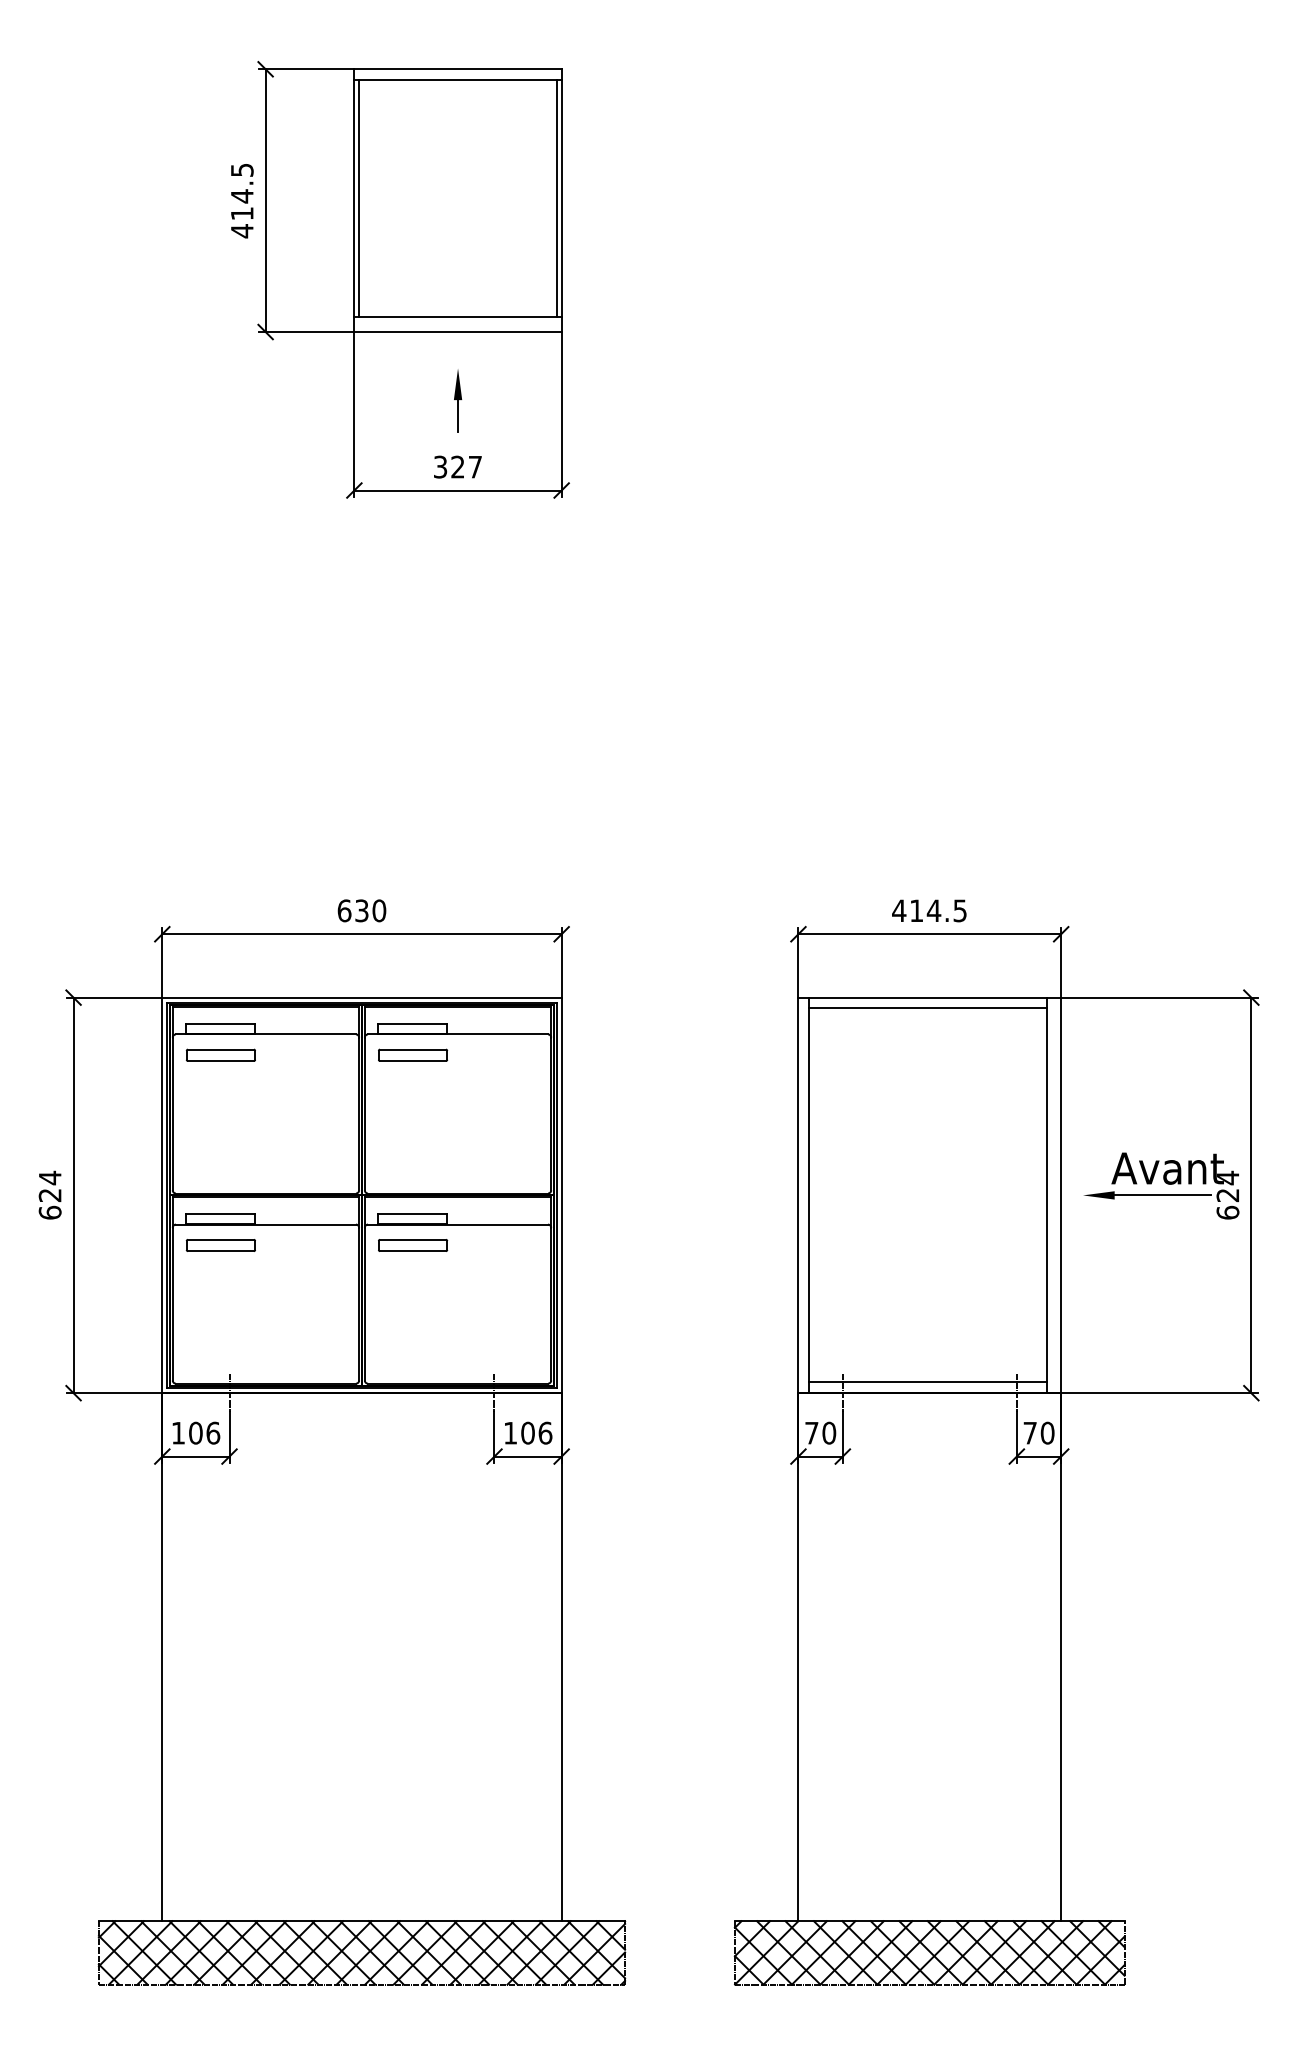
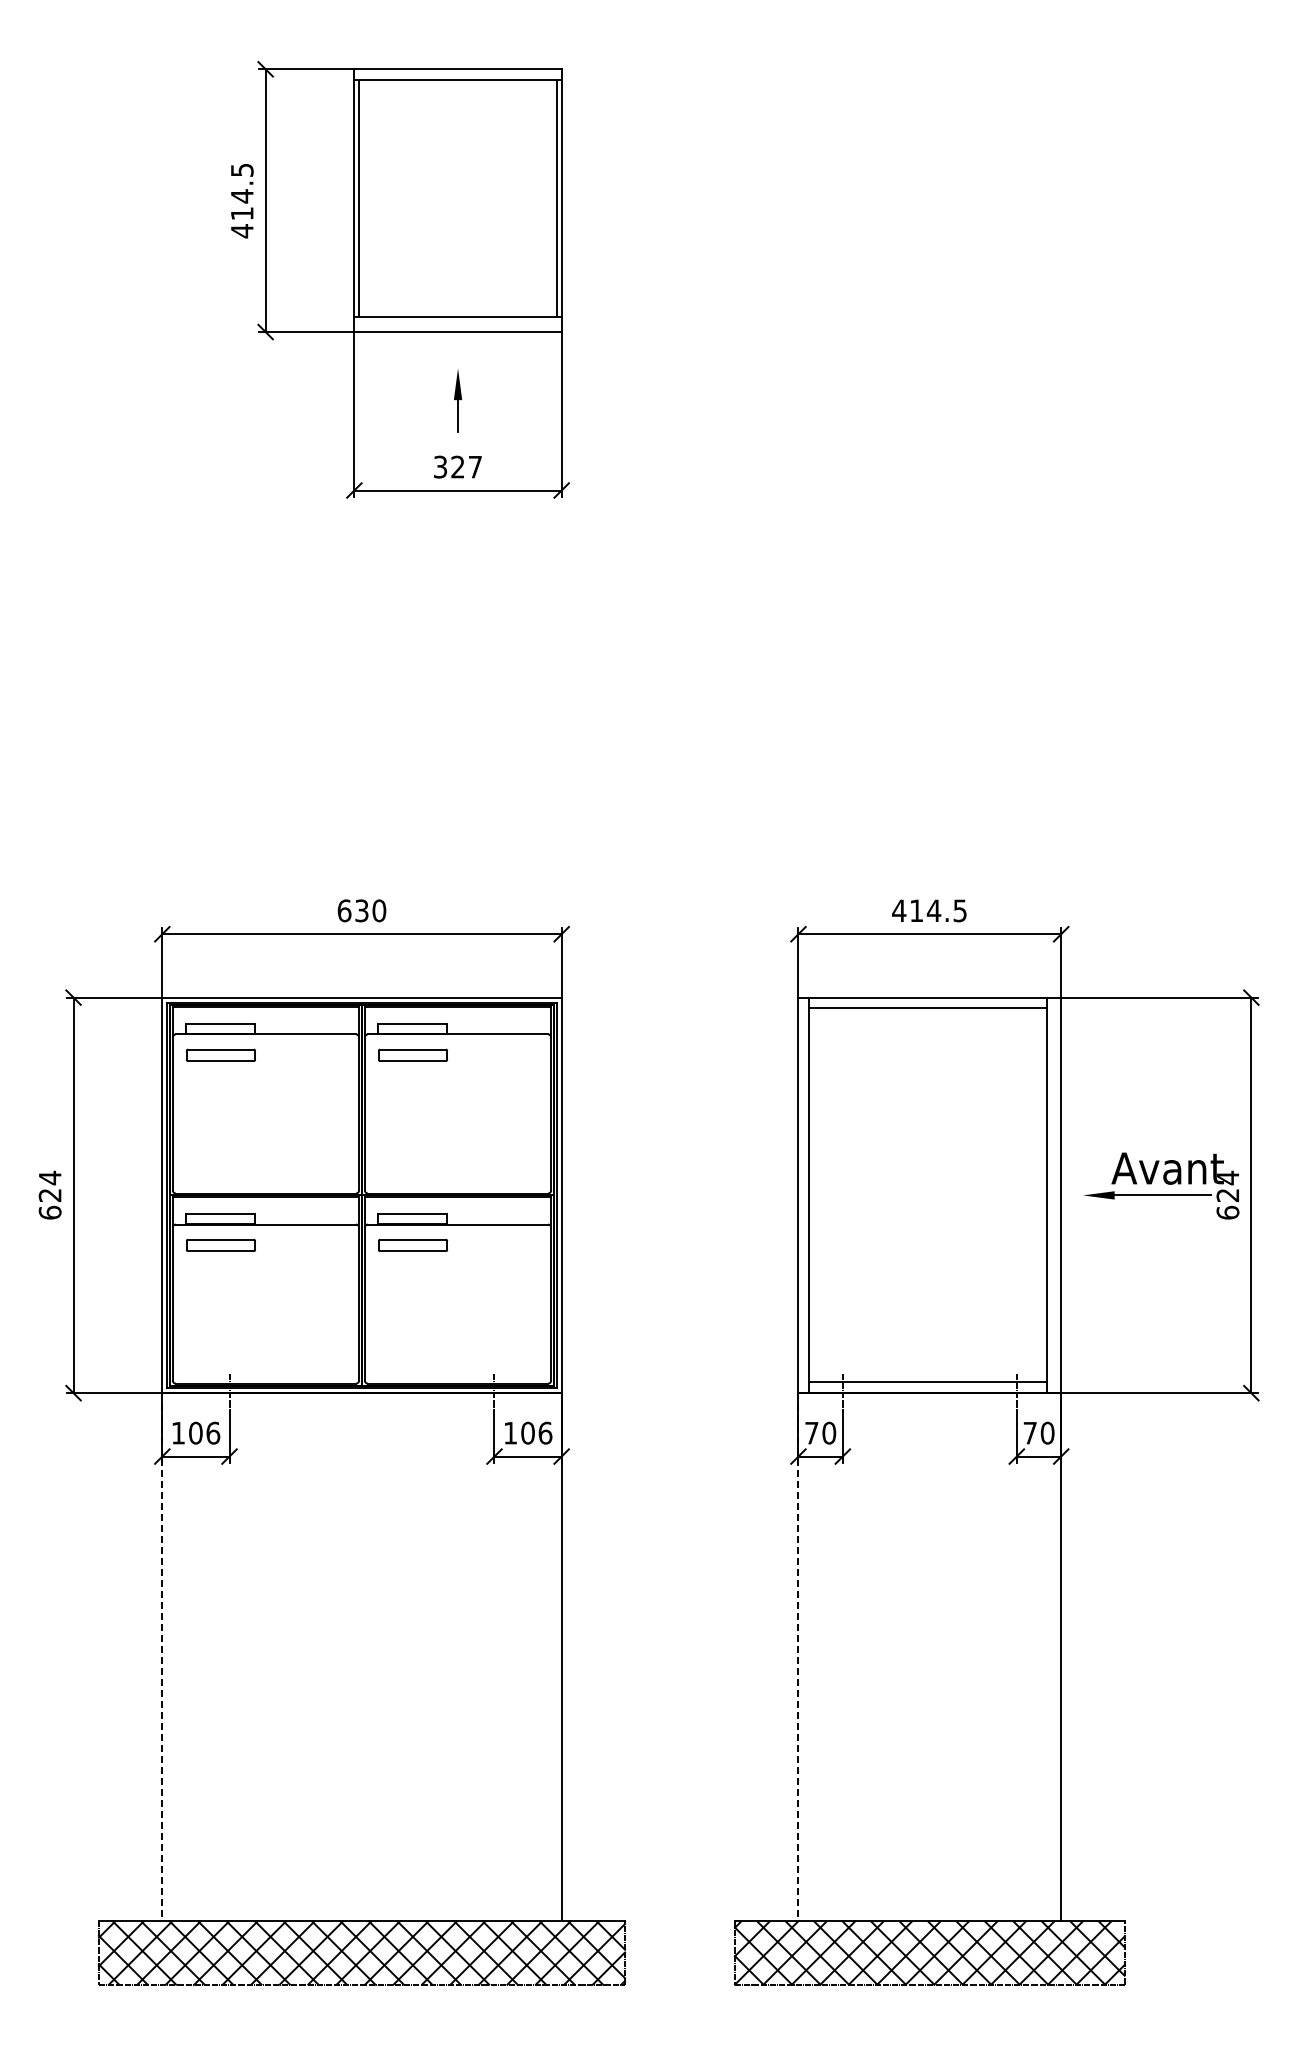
line at (162, 1657): solid -> dashed
line at (798, 1657): solid -> dashed
